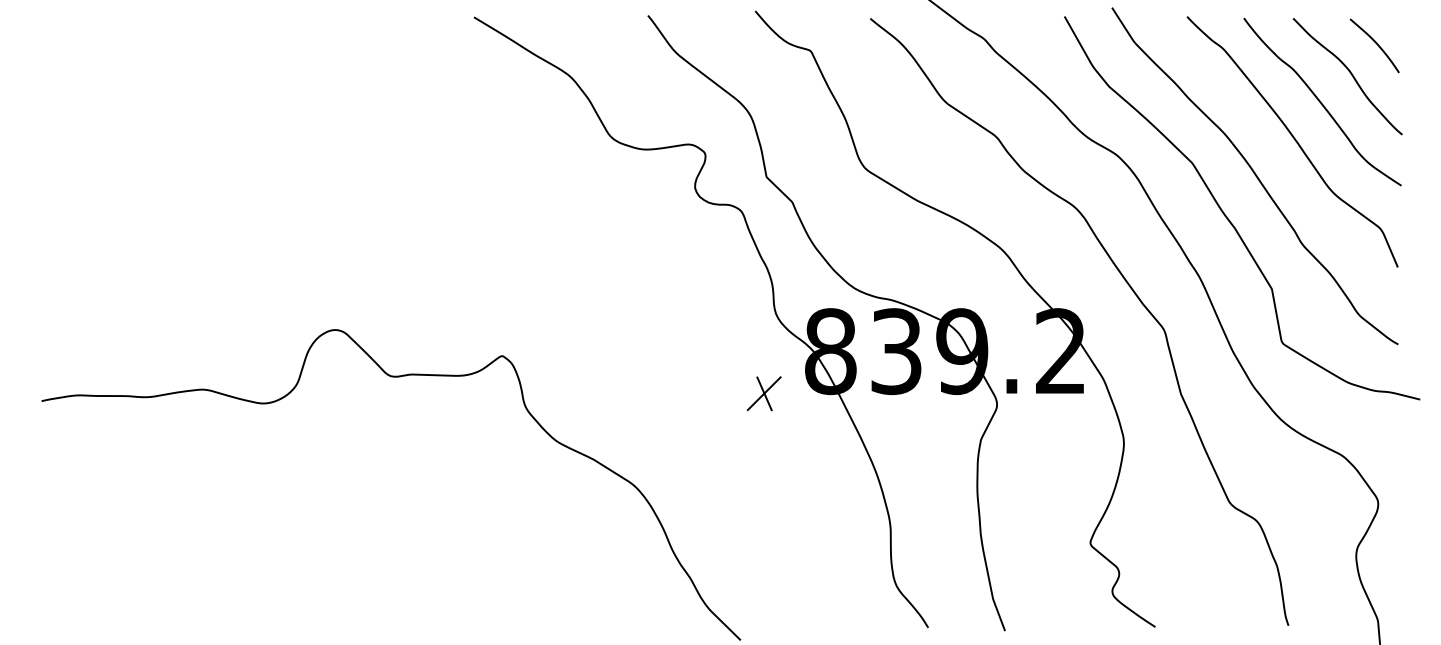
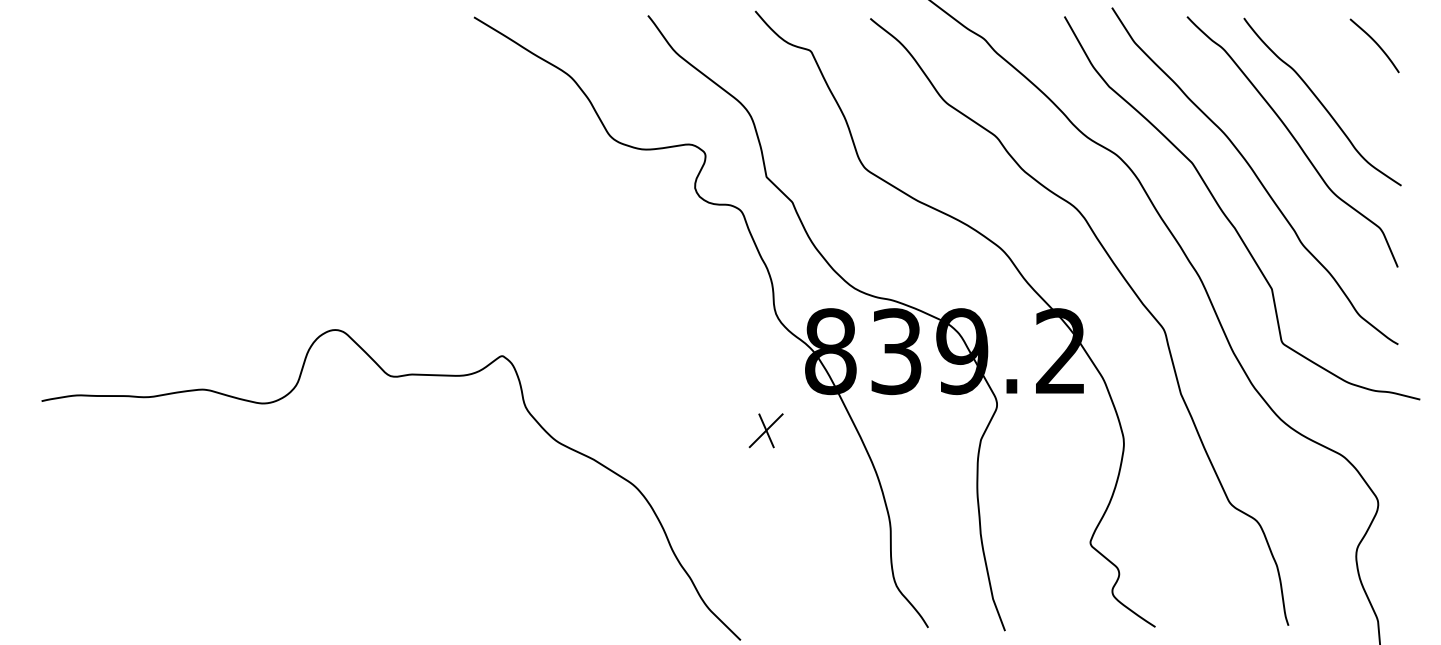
curve at (1350, 74): present -> none
part at (763, 393) position: (763, 393) -> (765, 430)
